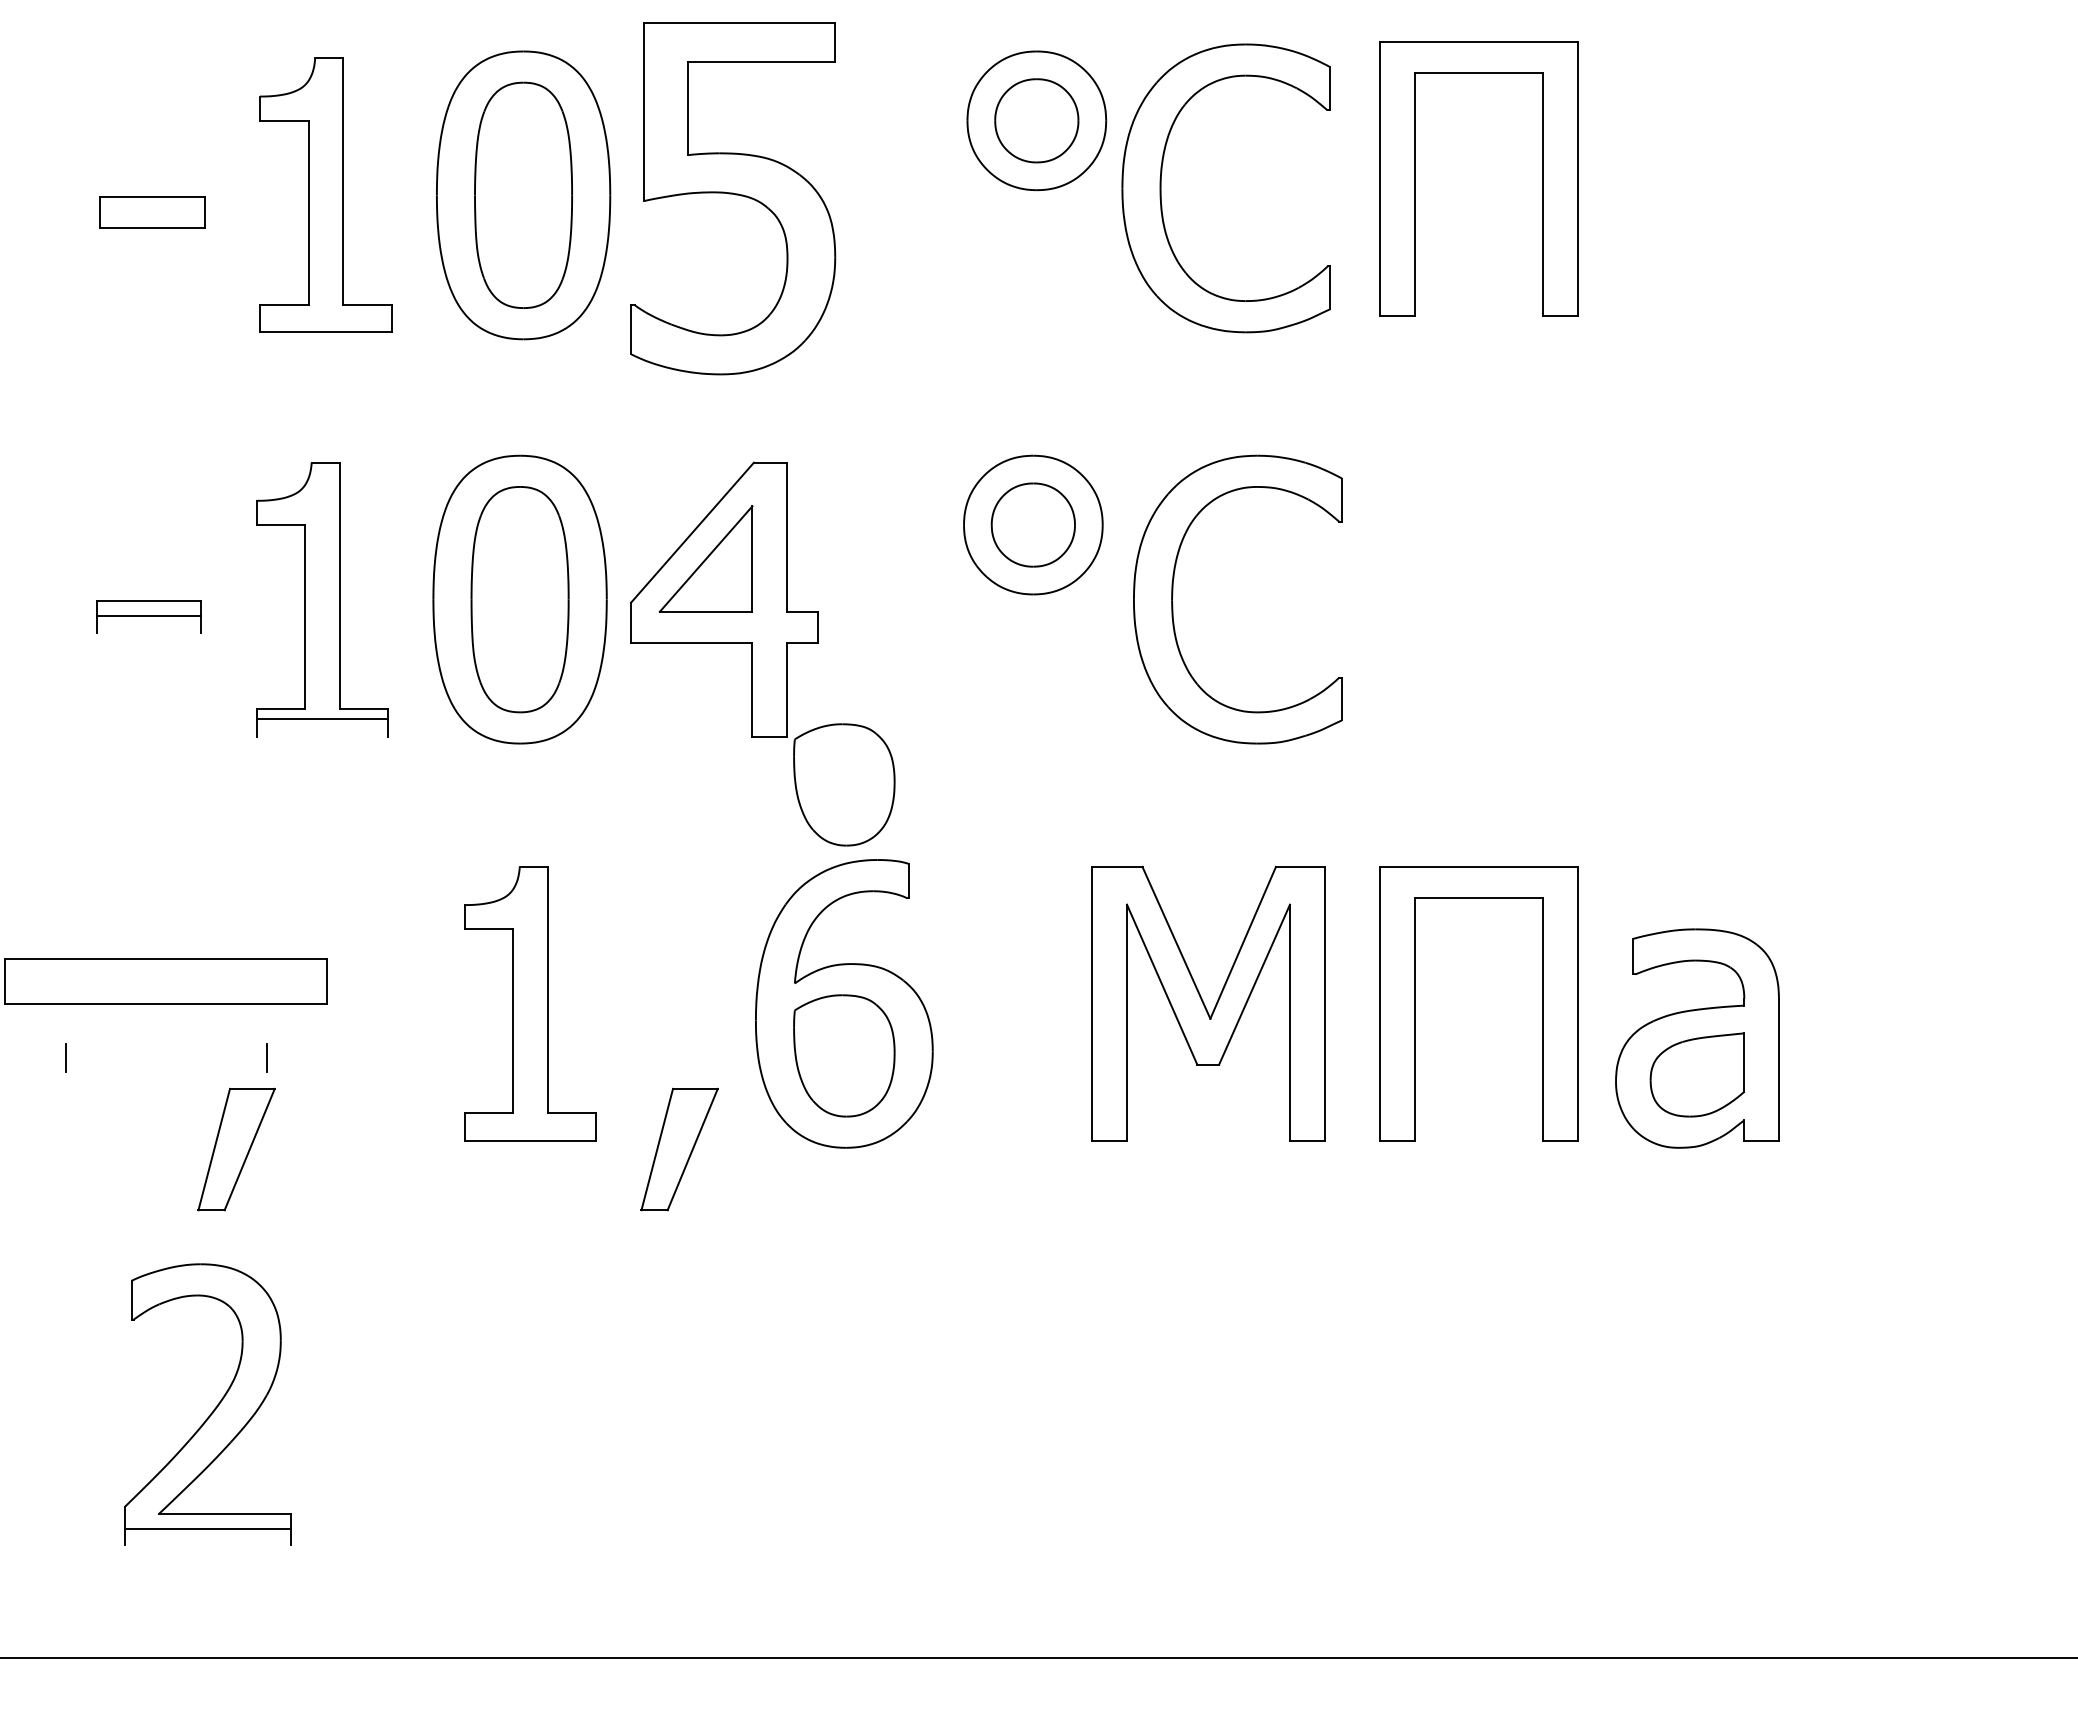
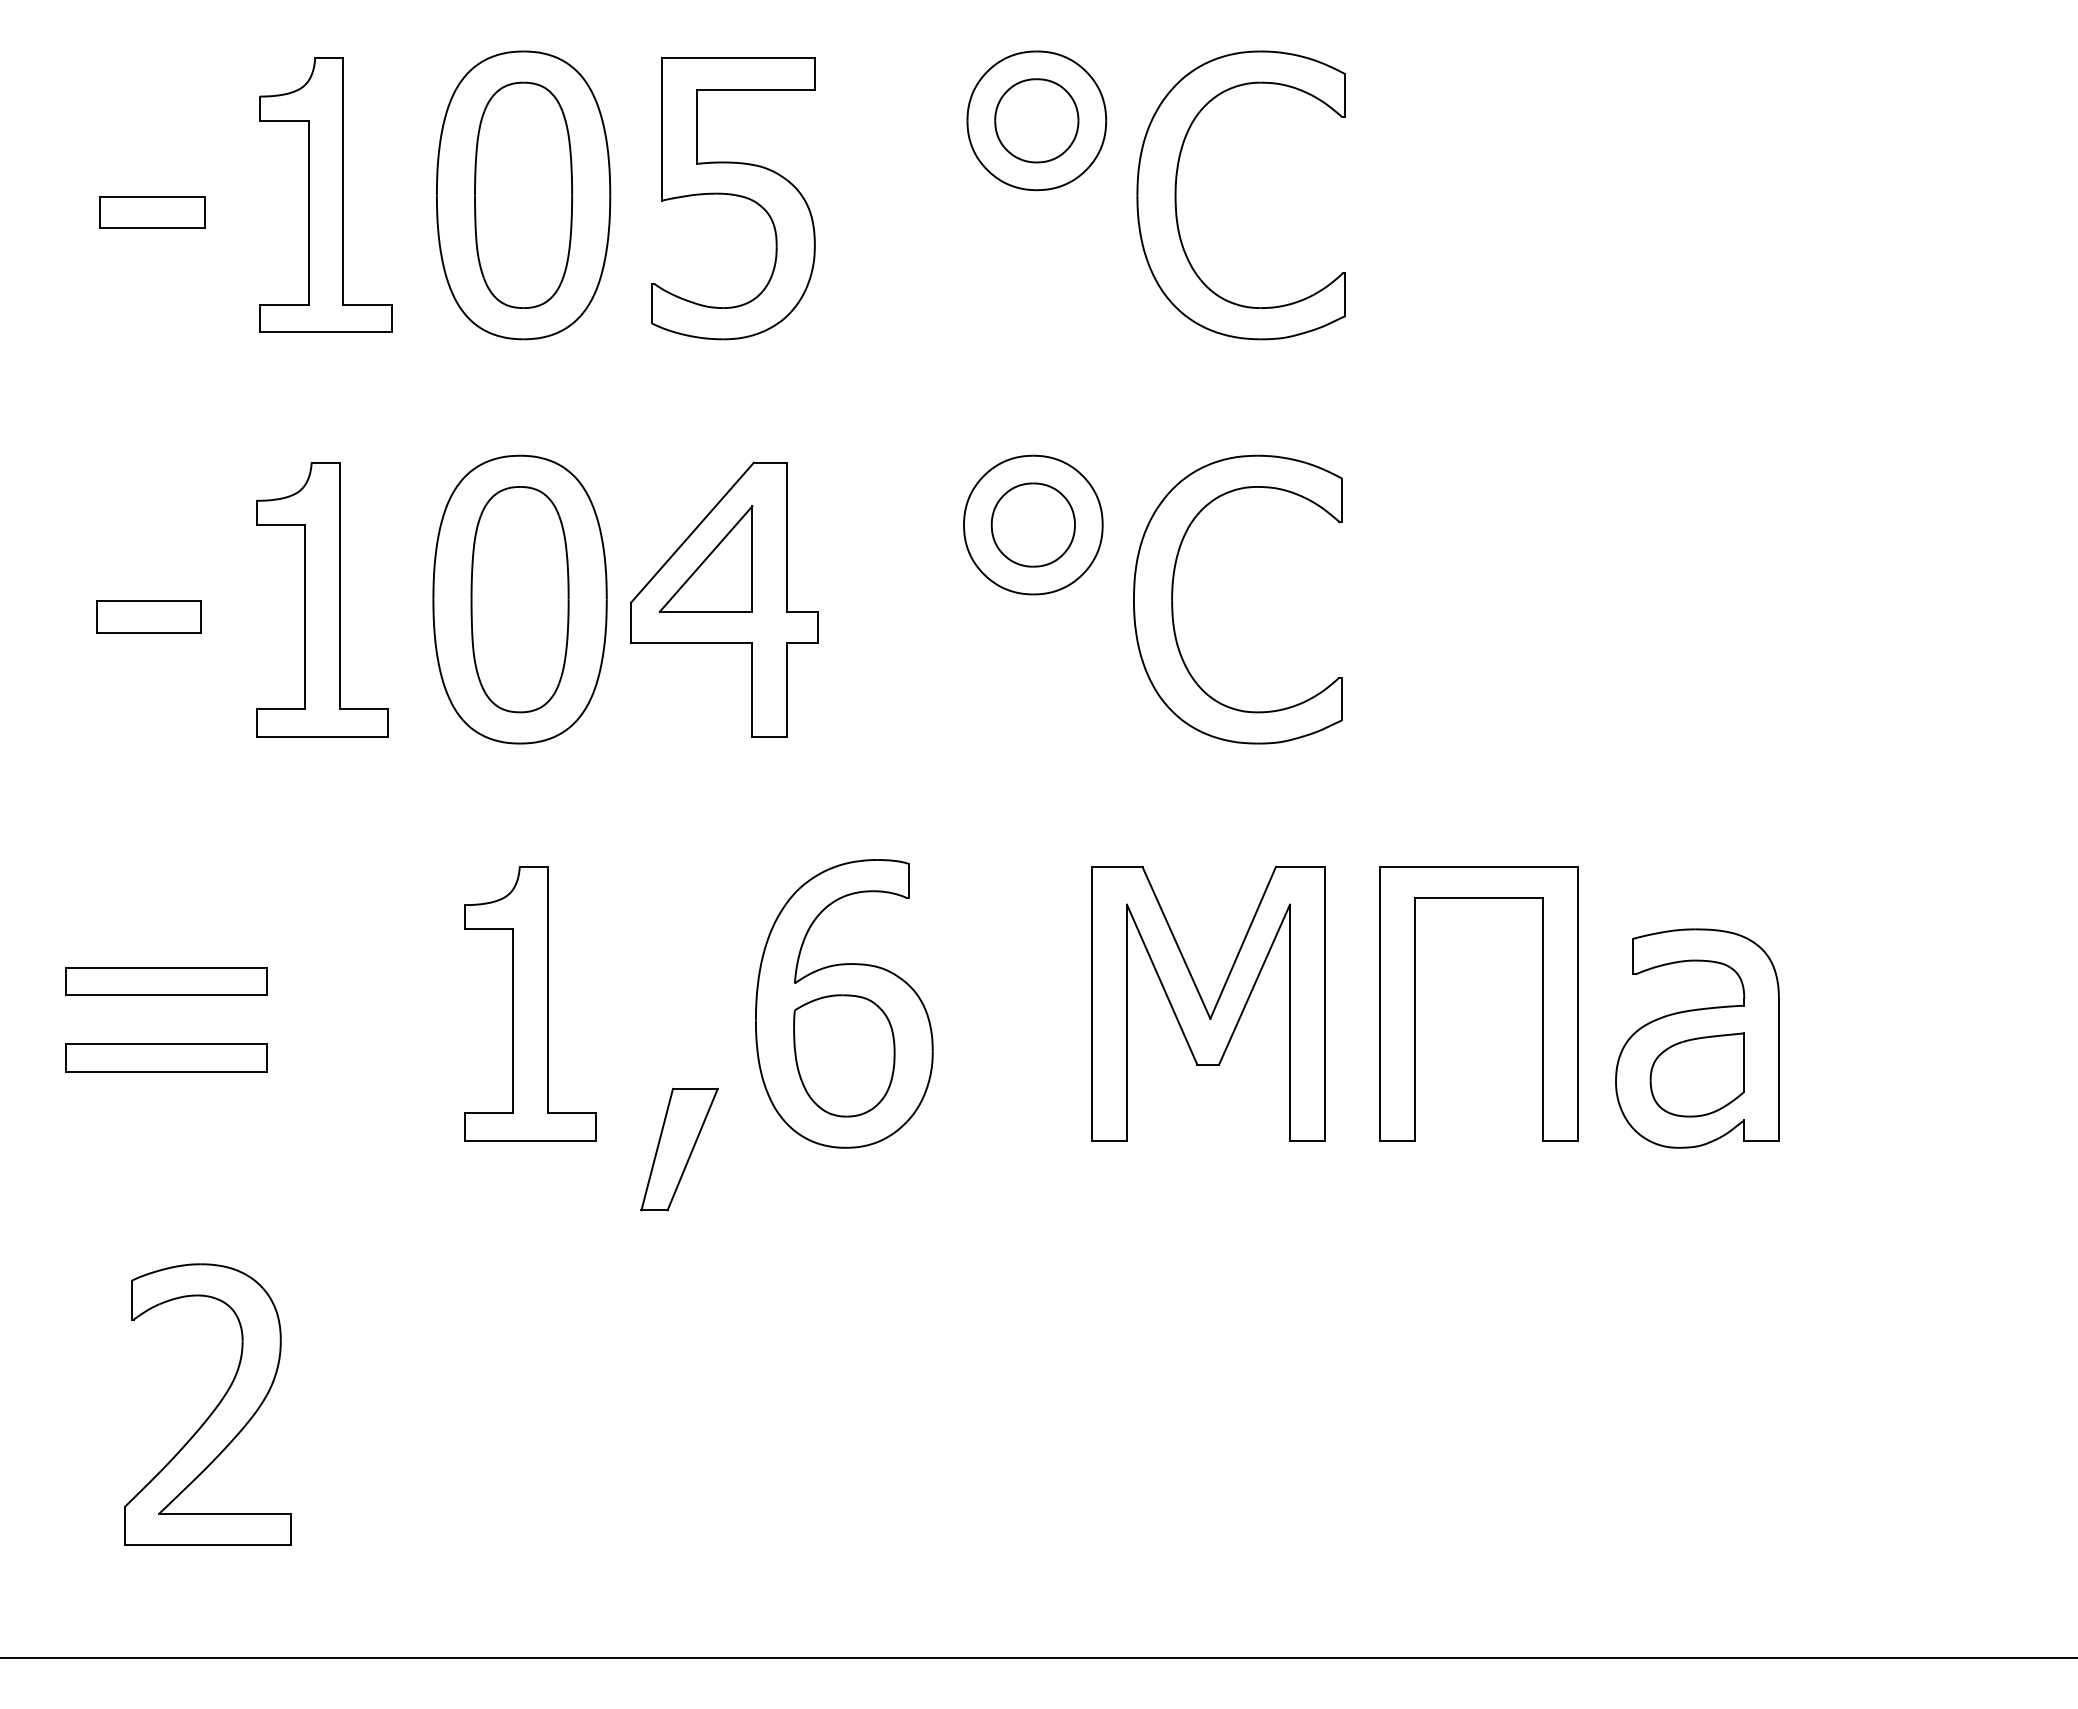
part at (1415, 178): present -> none
part at (1161, 188) position: (1161, 188) -> (1176, 195)
part at (733, 198) size: 207x354 px -> 165x284 px
line at (149, 615) position: (149, 615) -> (149, 632)
line at (322, 718) position: (322, 718) -> (322, 736)
part at (844, 784): present -> none
part at (165, 981) size: 324x47 px -> 203x29 px
line at (165, 1043): none -> present
line at (165, 1071): none -> present
part at (236, 1149): present -> none
line at (207, 1529) position: (207, 1529) -> (207, 1545)
